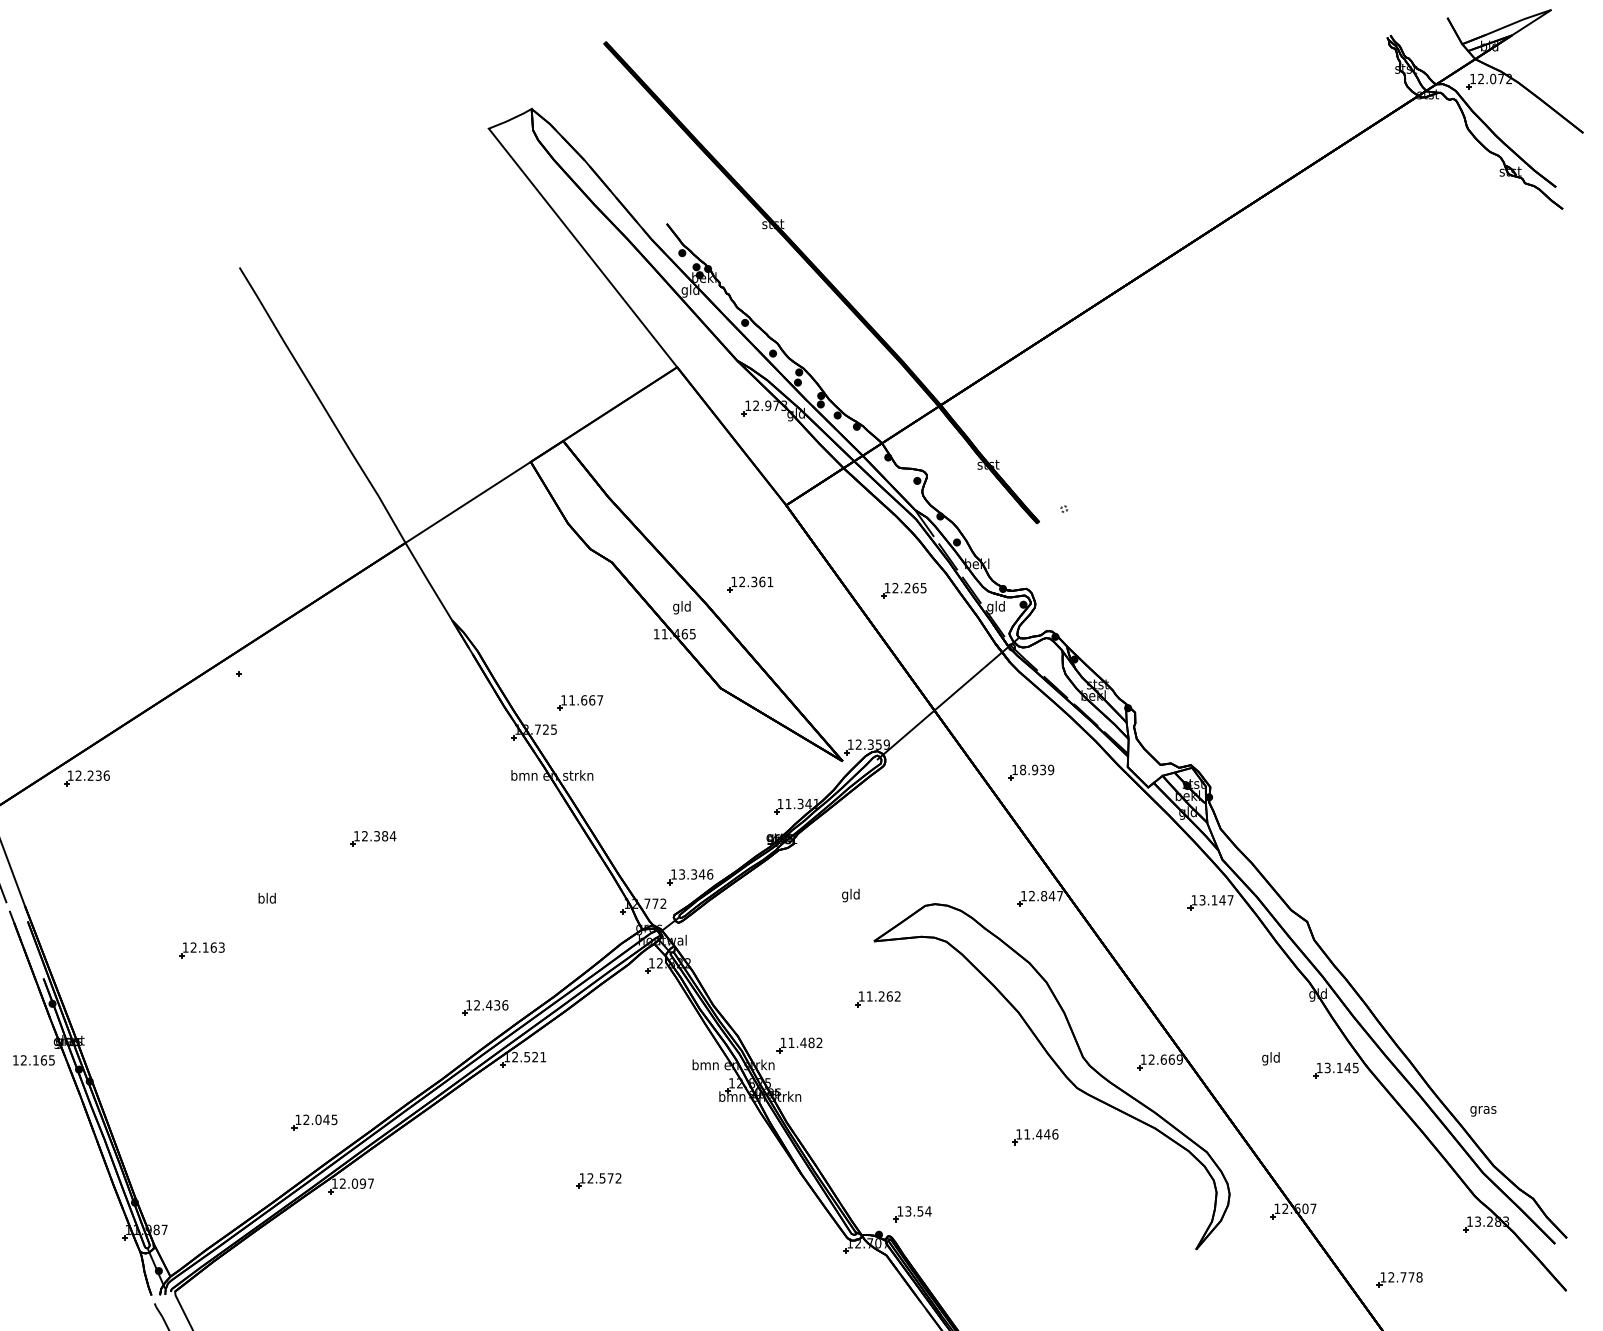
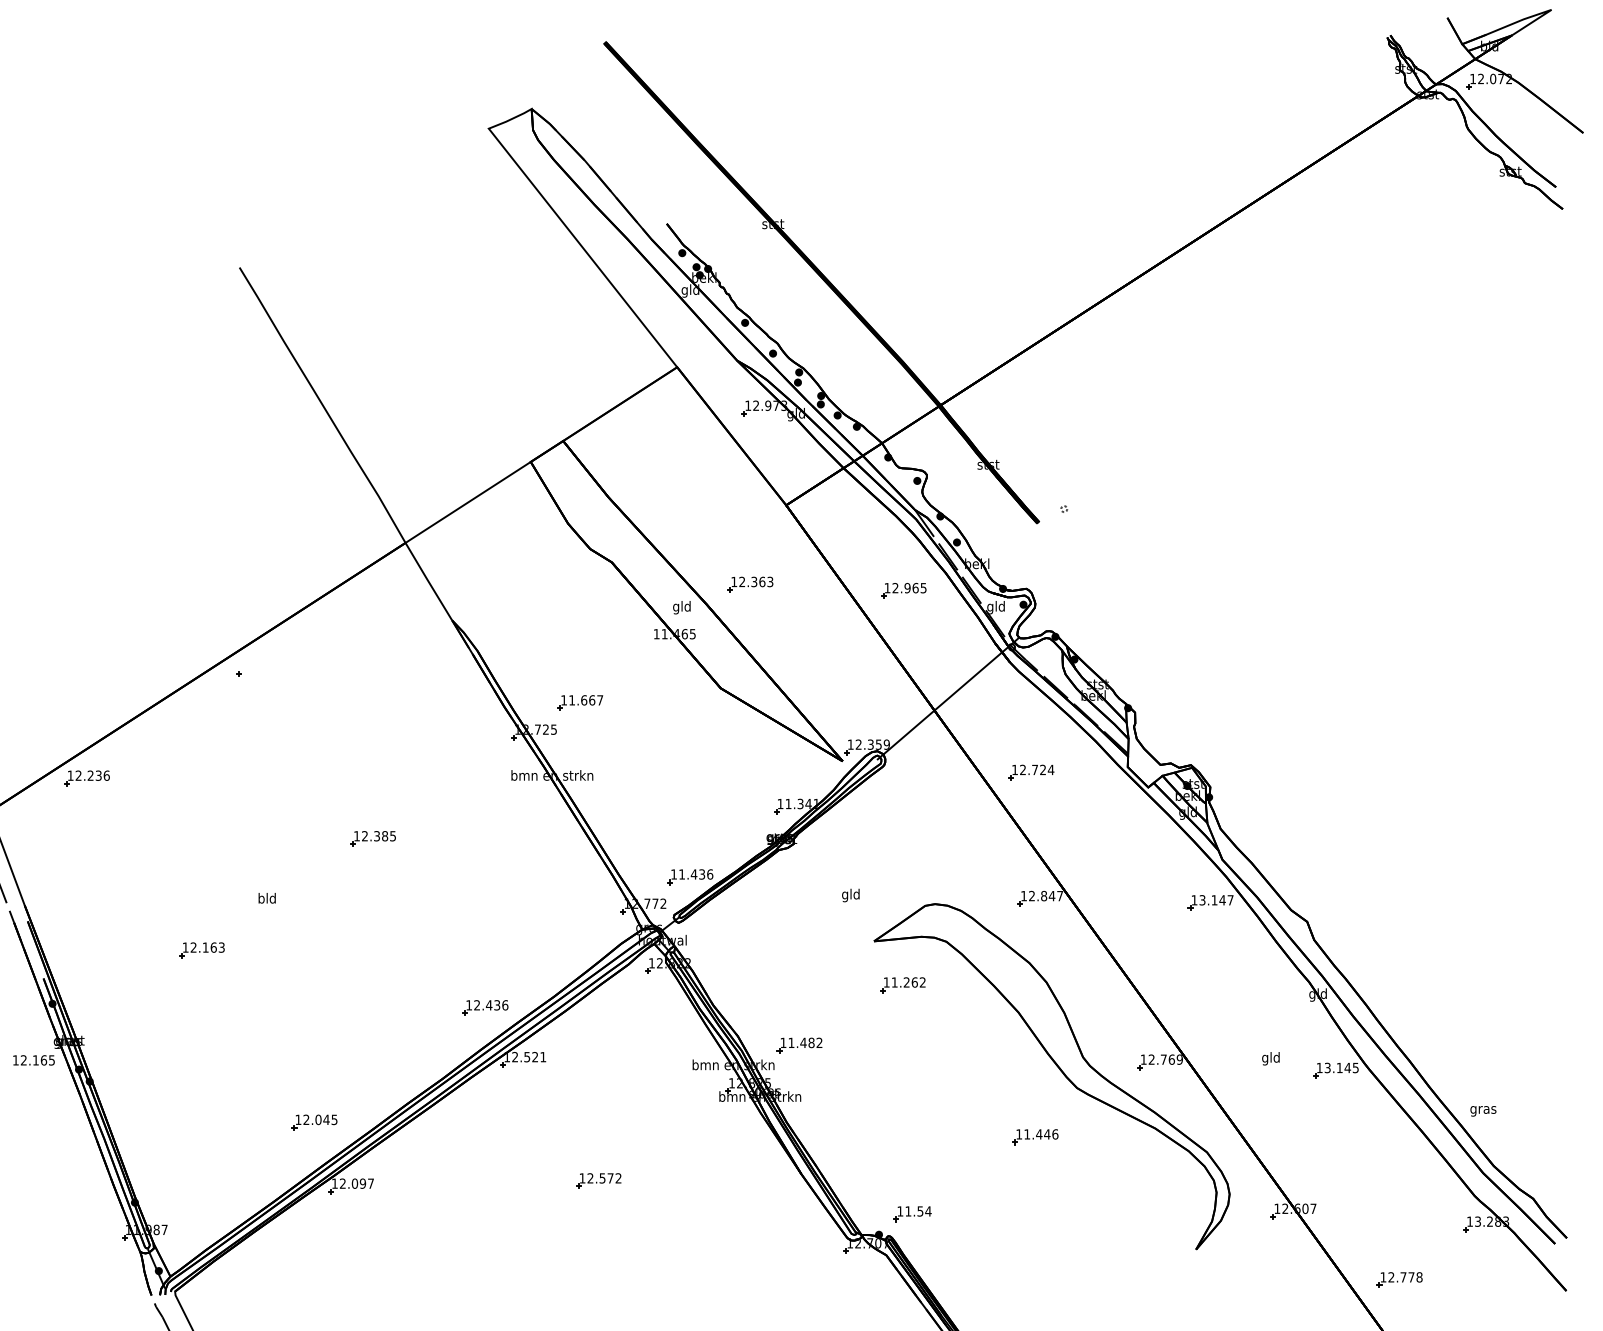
text at (770, 581): 12.361 -> 12.363
text at (907, 588): 12.265 -> 12.965
text at (1037, 769): 18.939 -> 12.724
text at (392, 836): 12.384 -> 12.385
text at (692, 874): 13.346 -> 11.436
part at (877, 999) position: (877, 999) -> (902, 985)
text at (1163, 1059): 12.669 -> 12.769
text at (908, 1211): 13.54 -> 11.54
